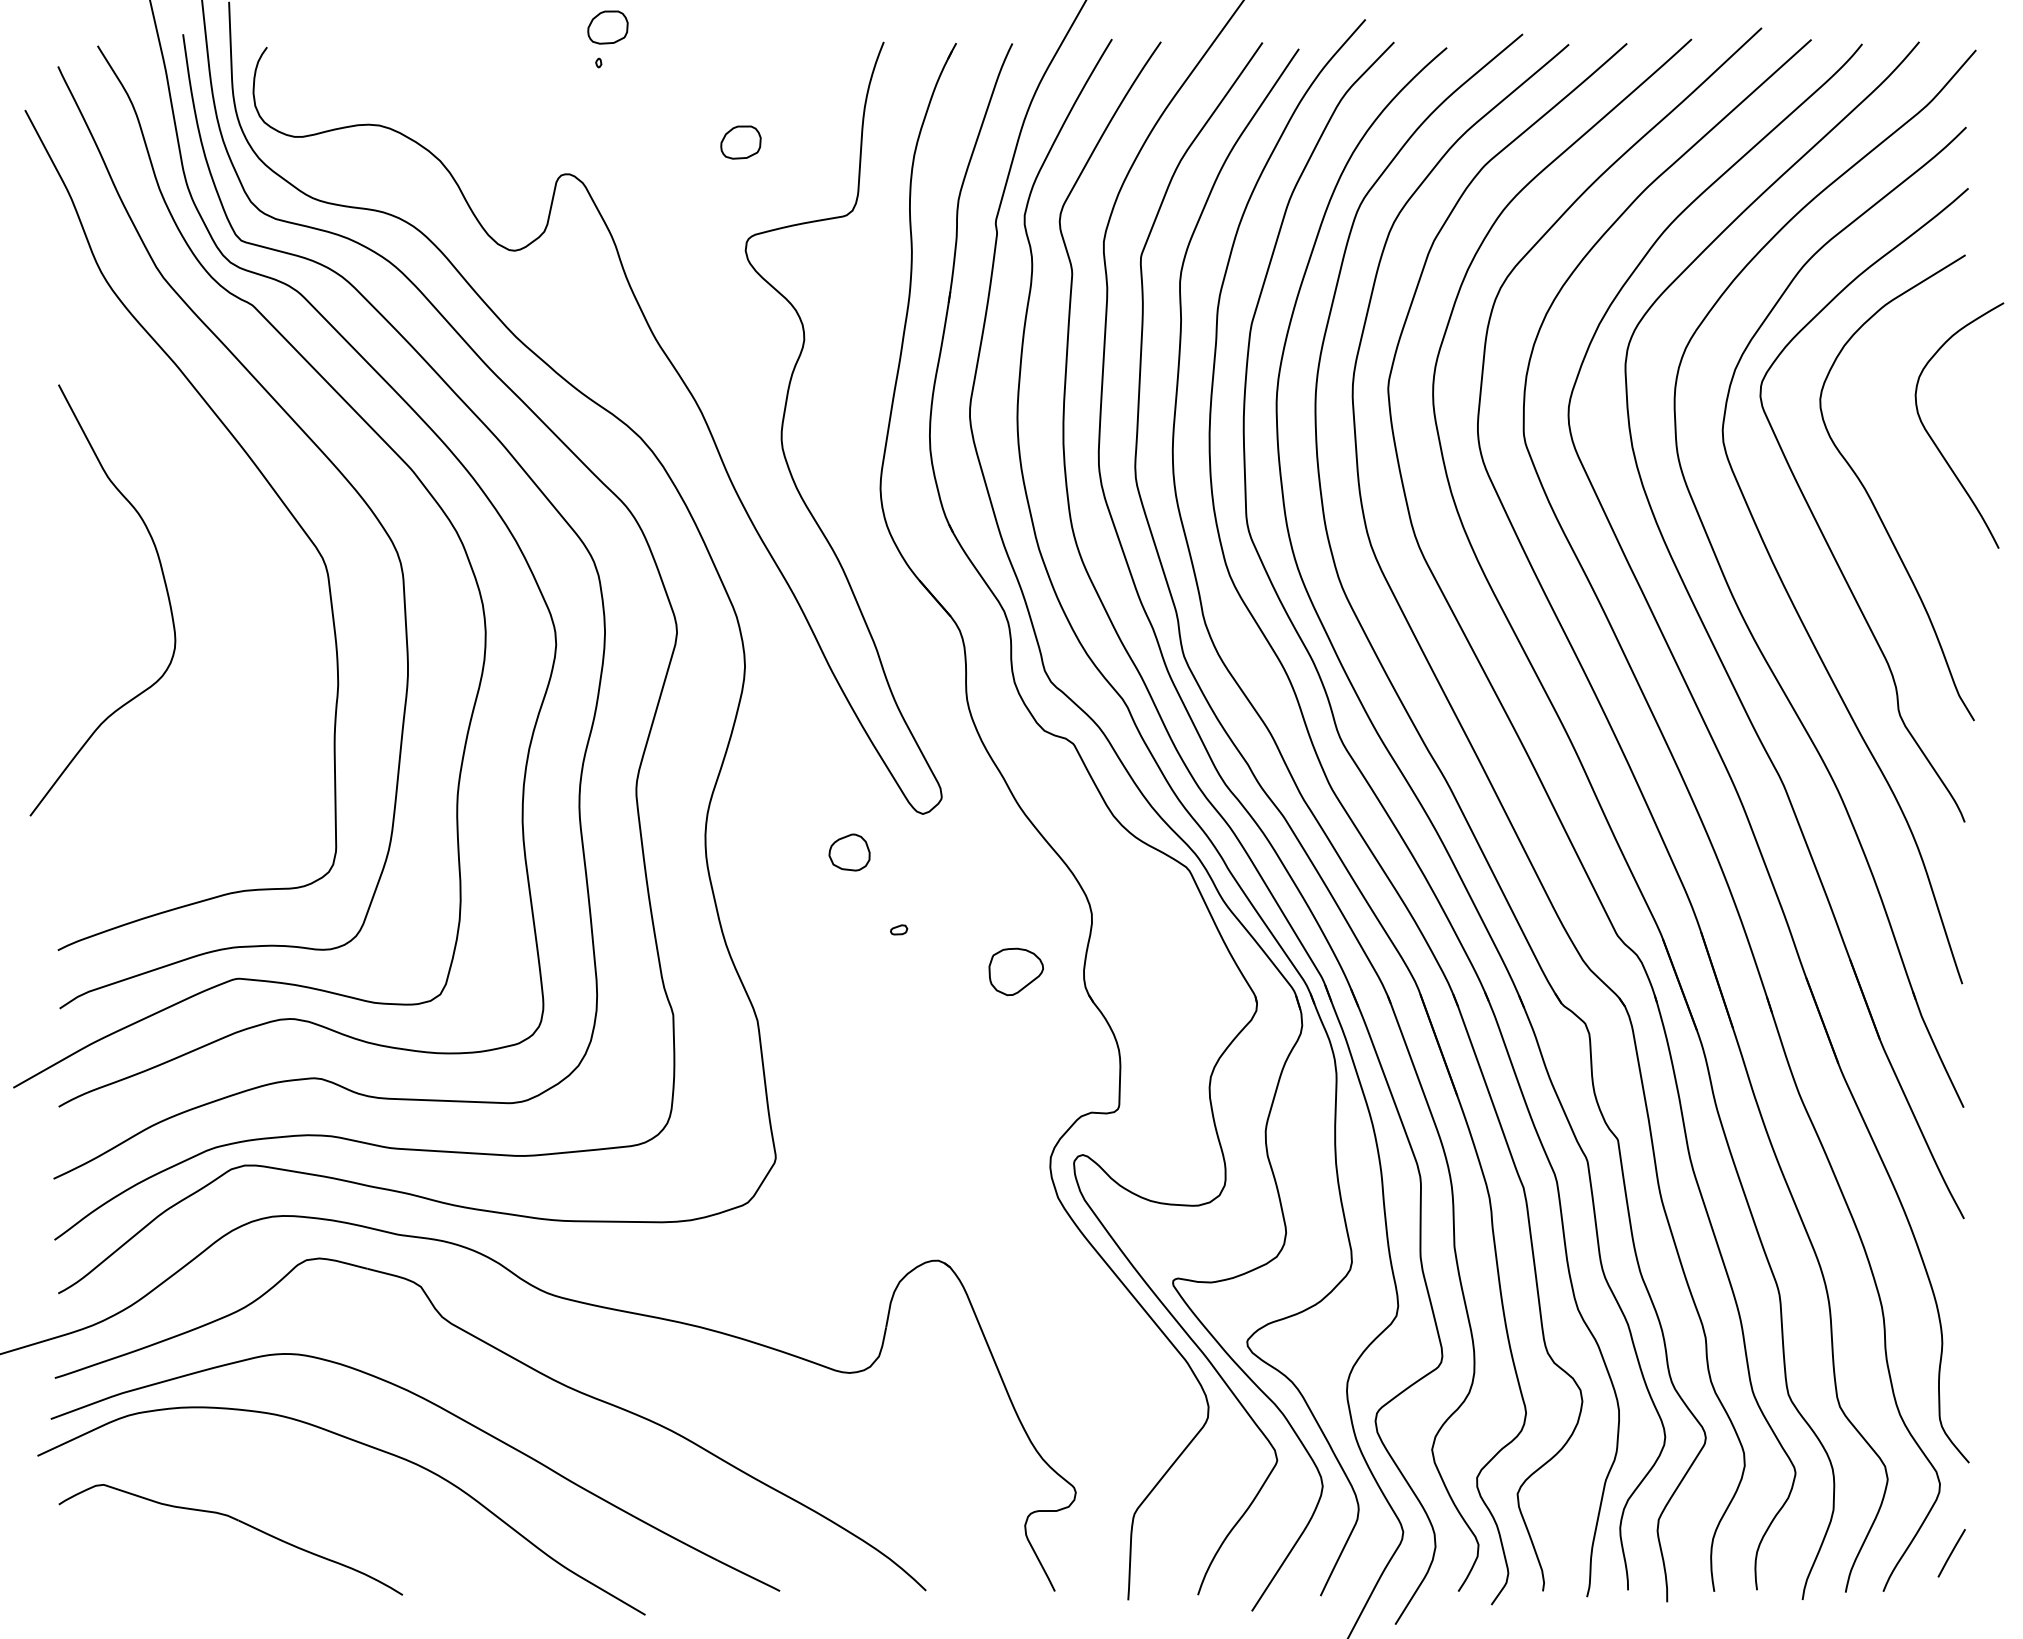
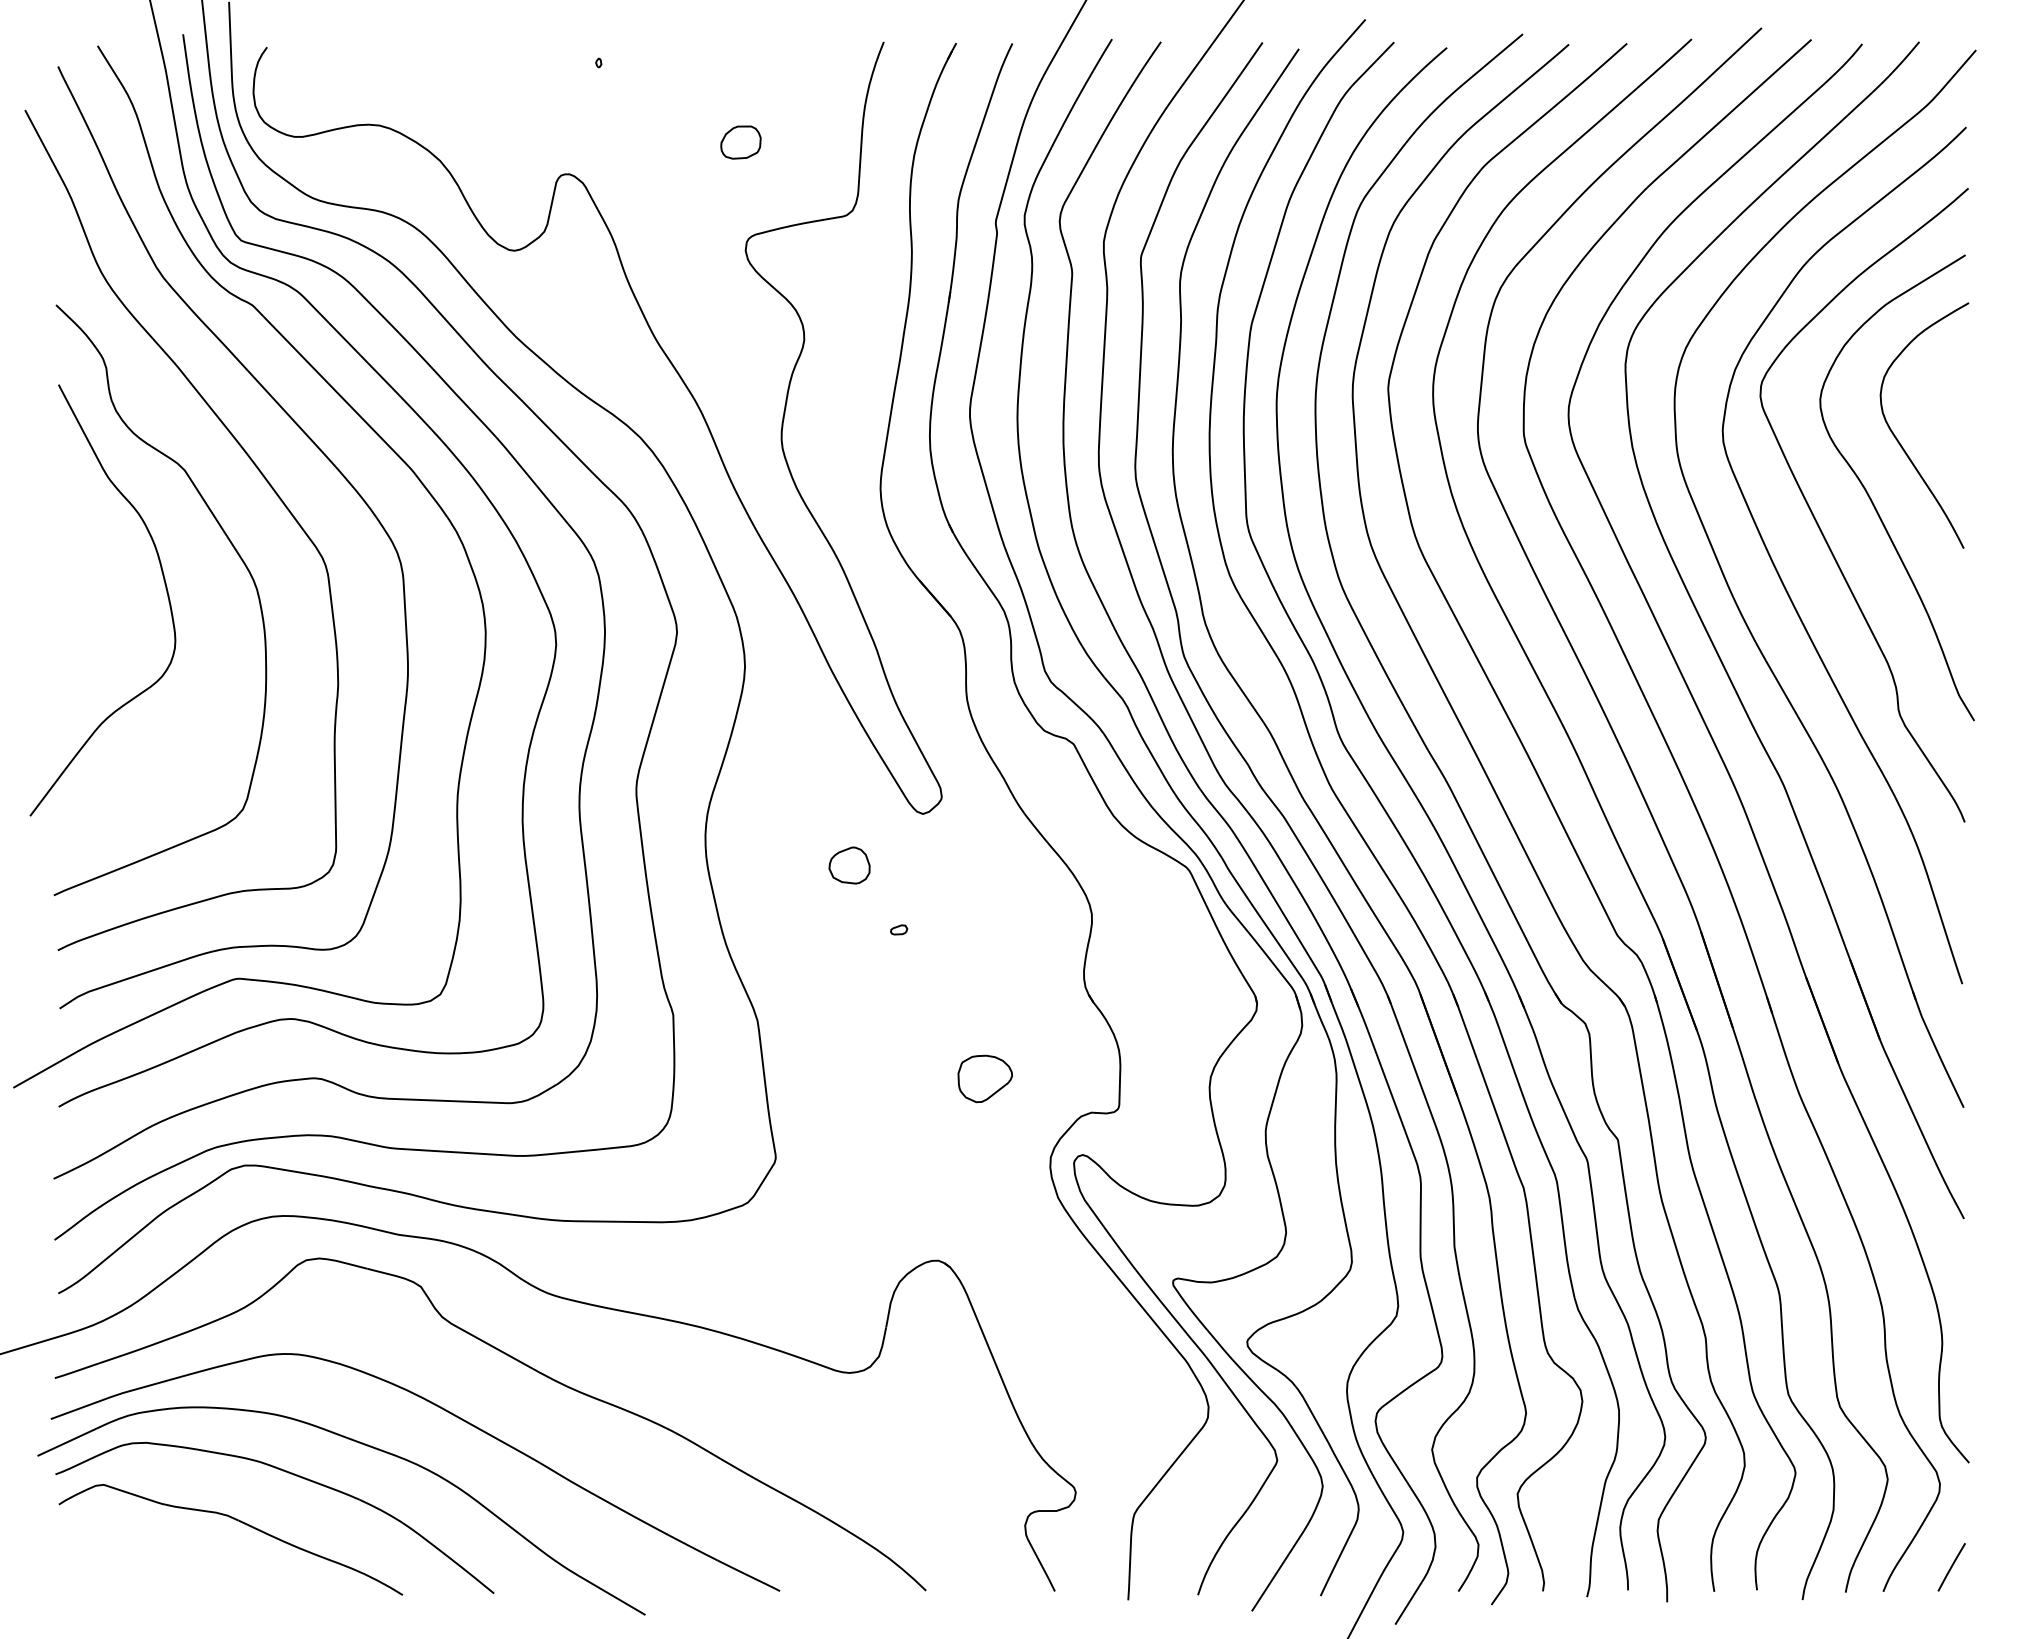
part at (607, 27): present -> none
curve at (1934, 441) position: (1934, 441) -> (1899, 441)
curve at (238, 556): none -> present
part at (849, 852) position: (849, 852) -> (849, 865)
part at (1015, 971) position: (1015, 971) -> (984, 1078)
part at (293, 1475): none -> present
line at (1951, 1553) position: (1951, 1553) -> (1951, 1567)
